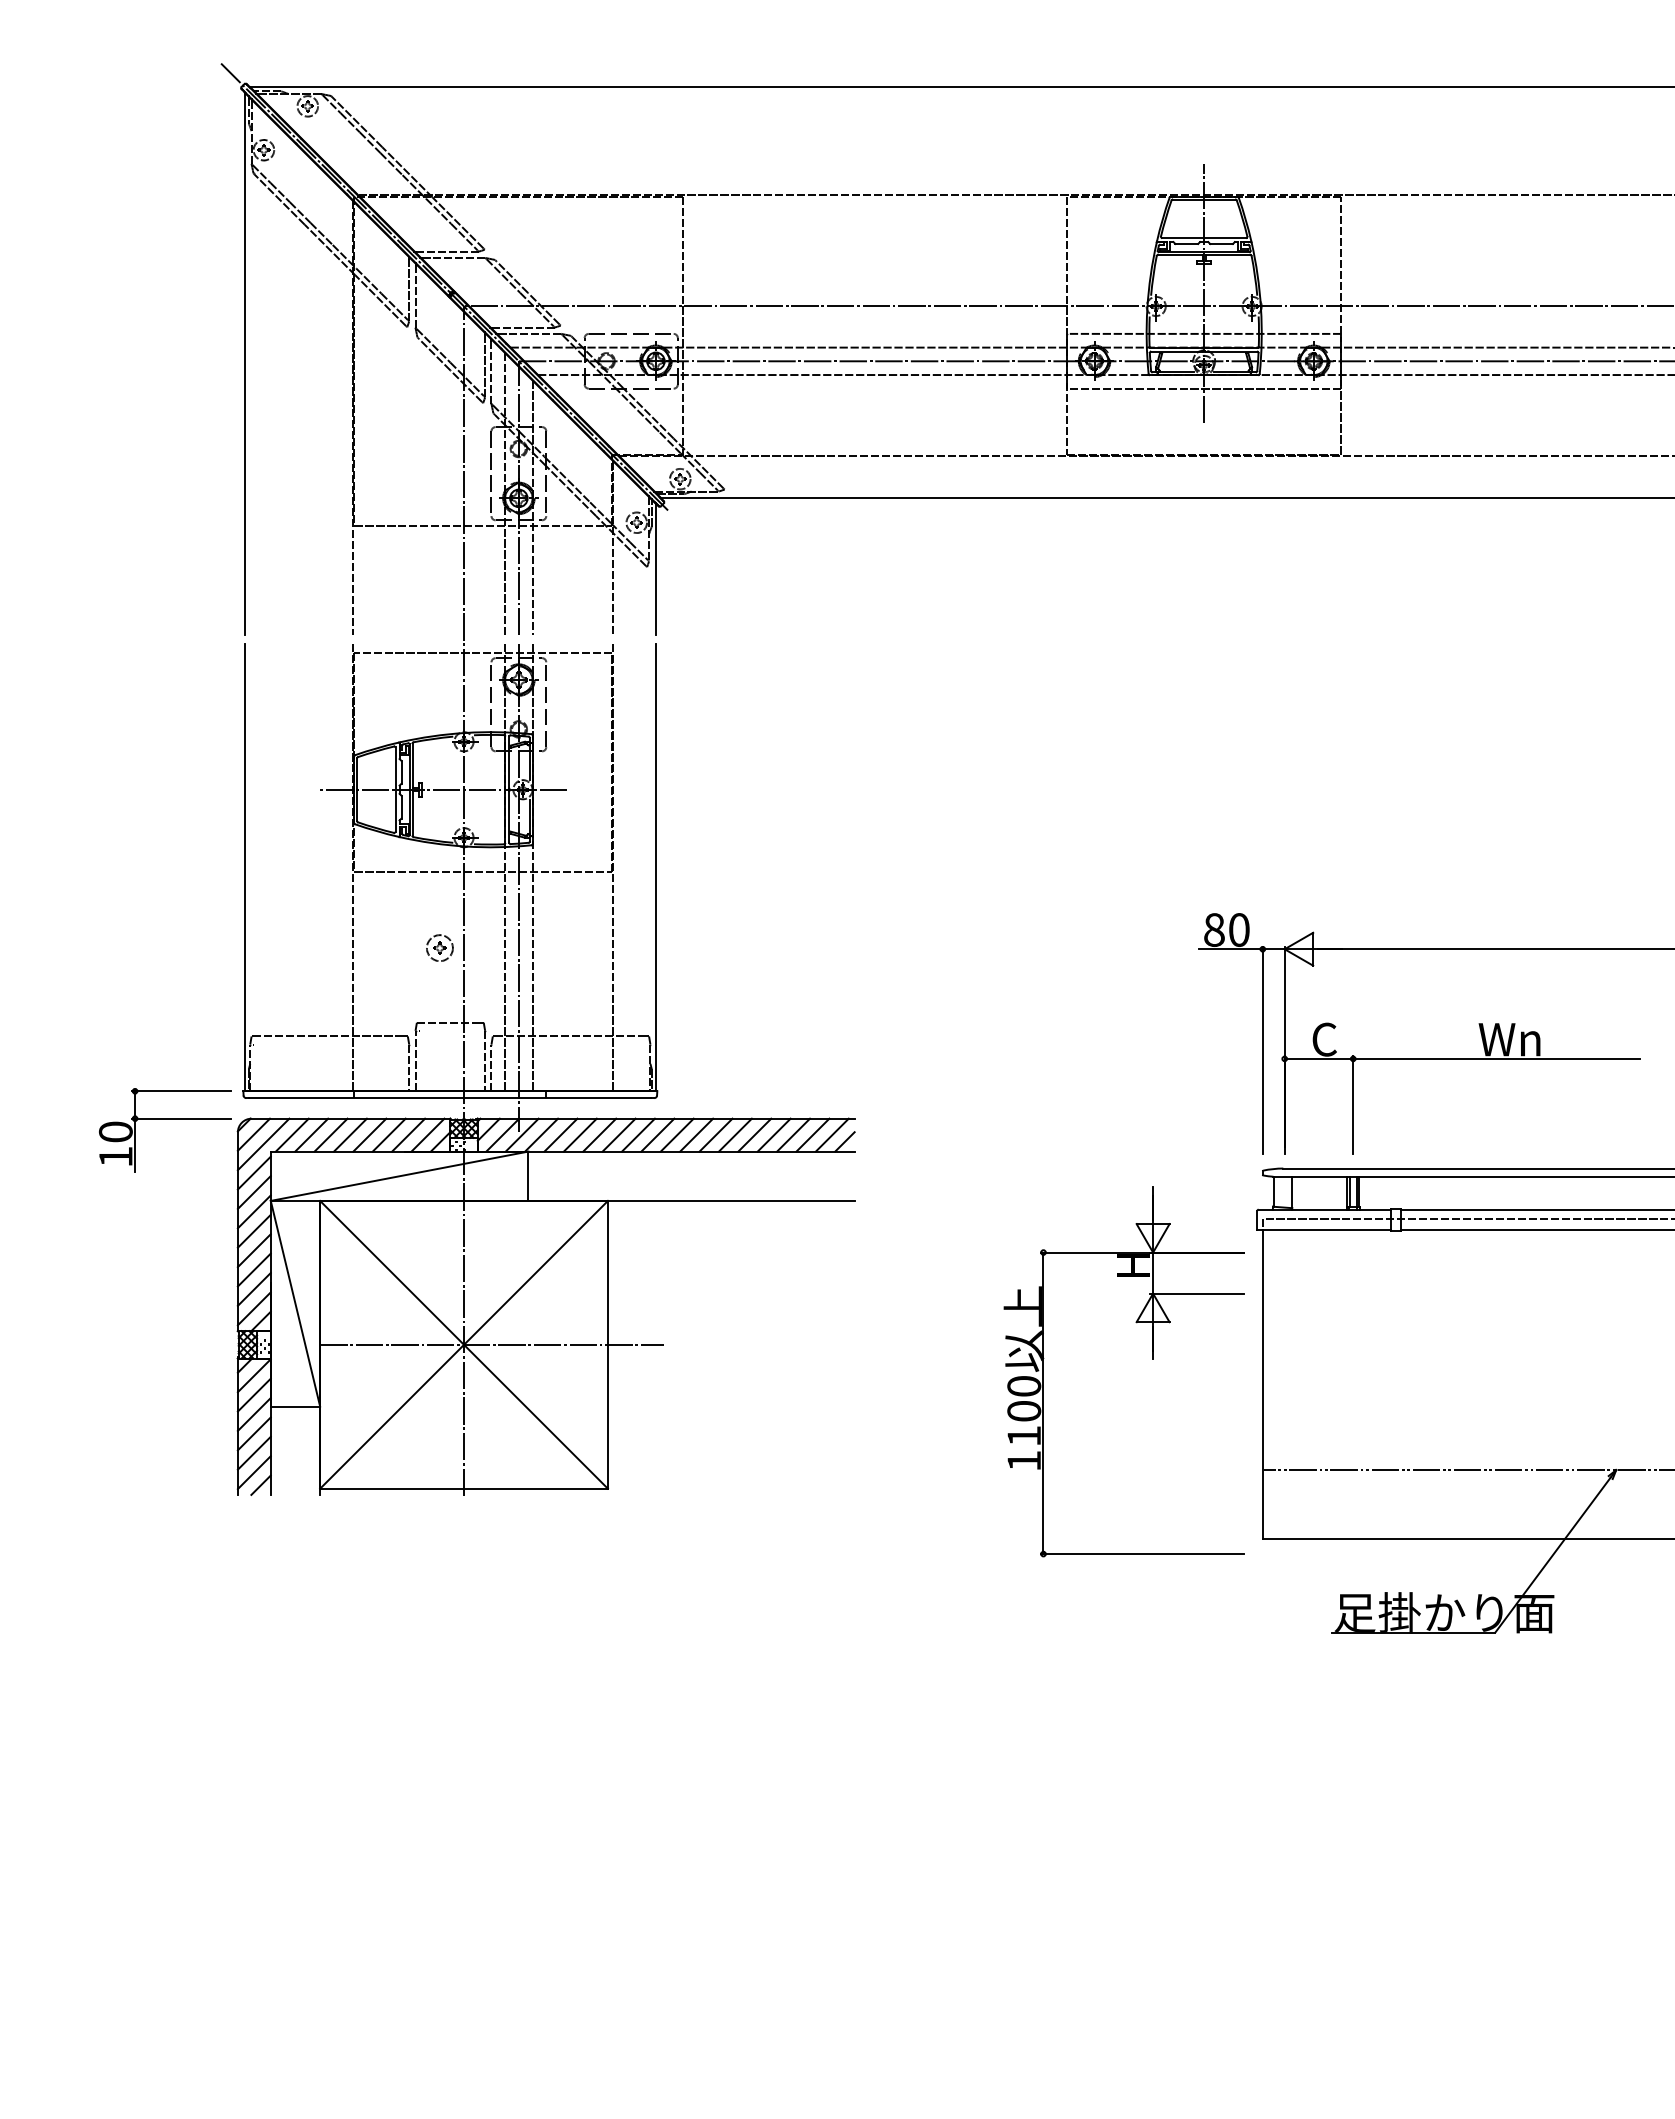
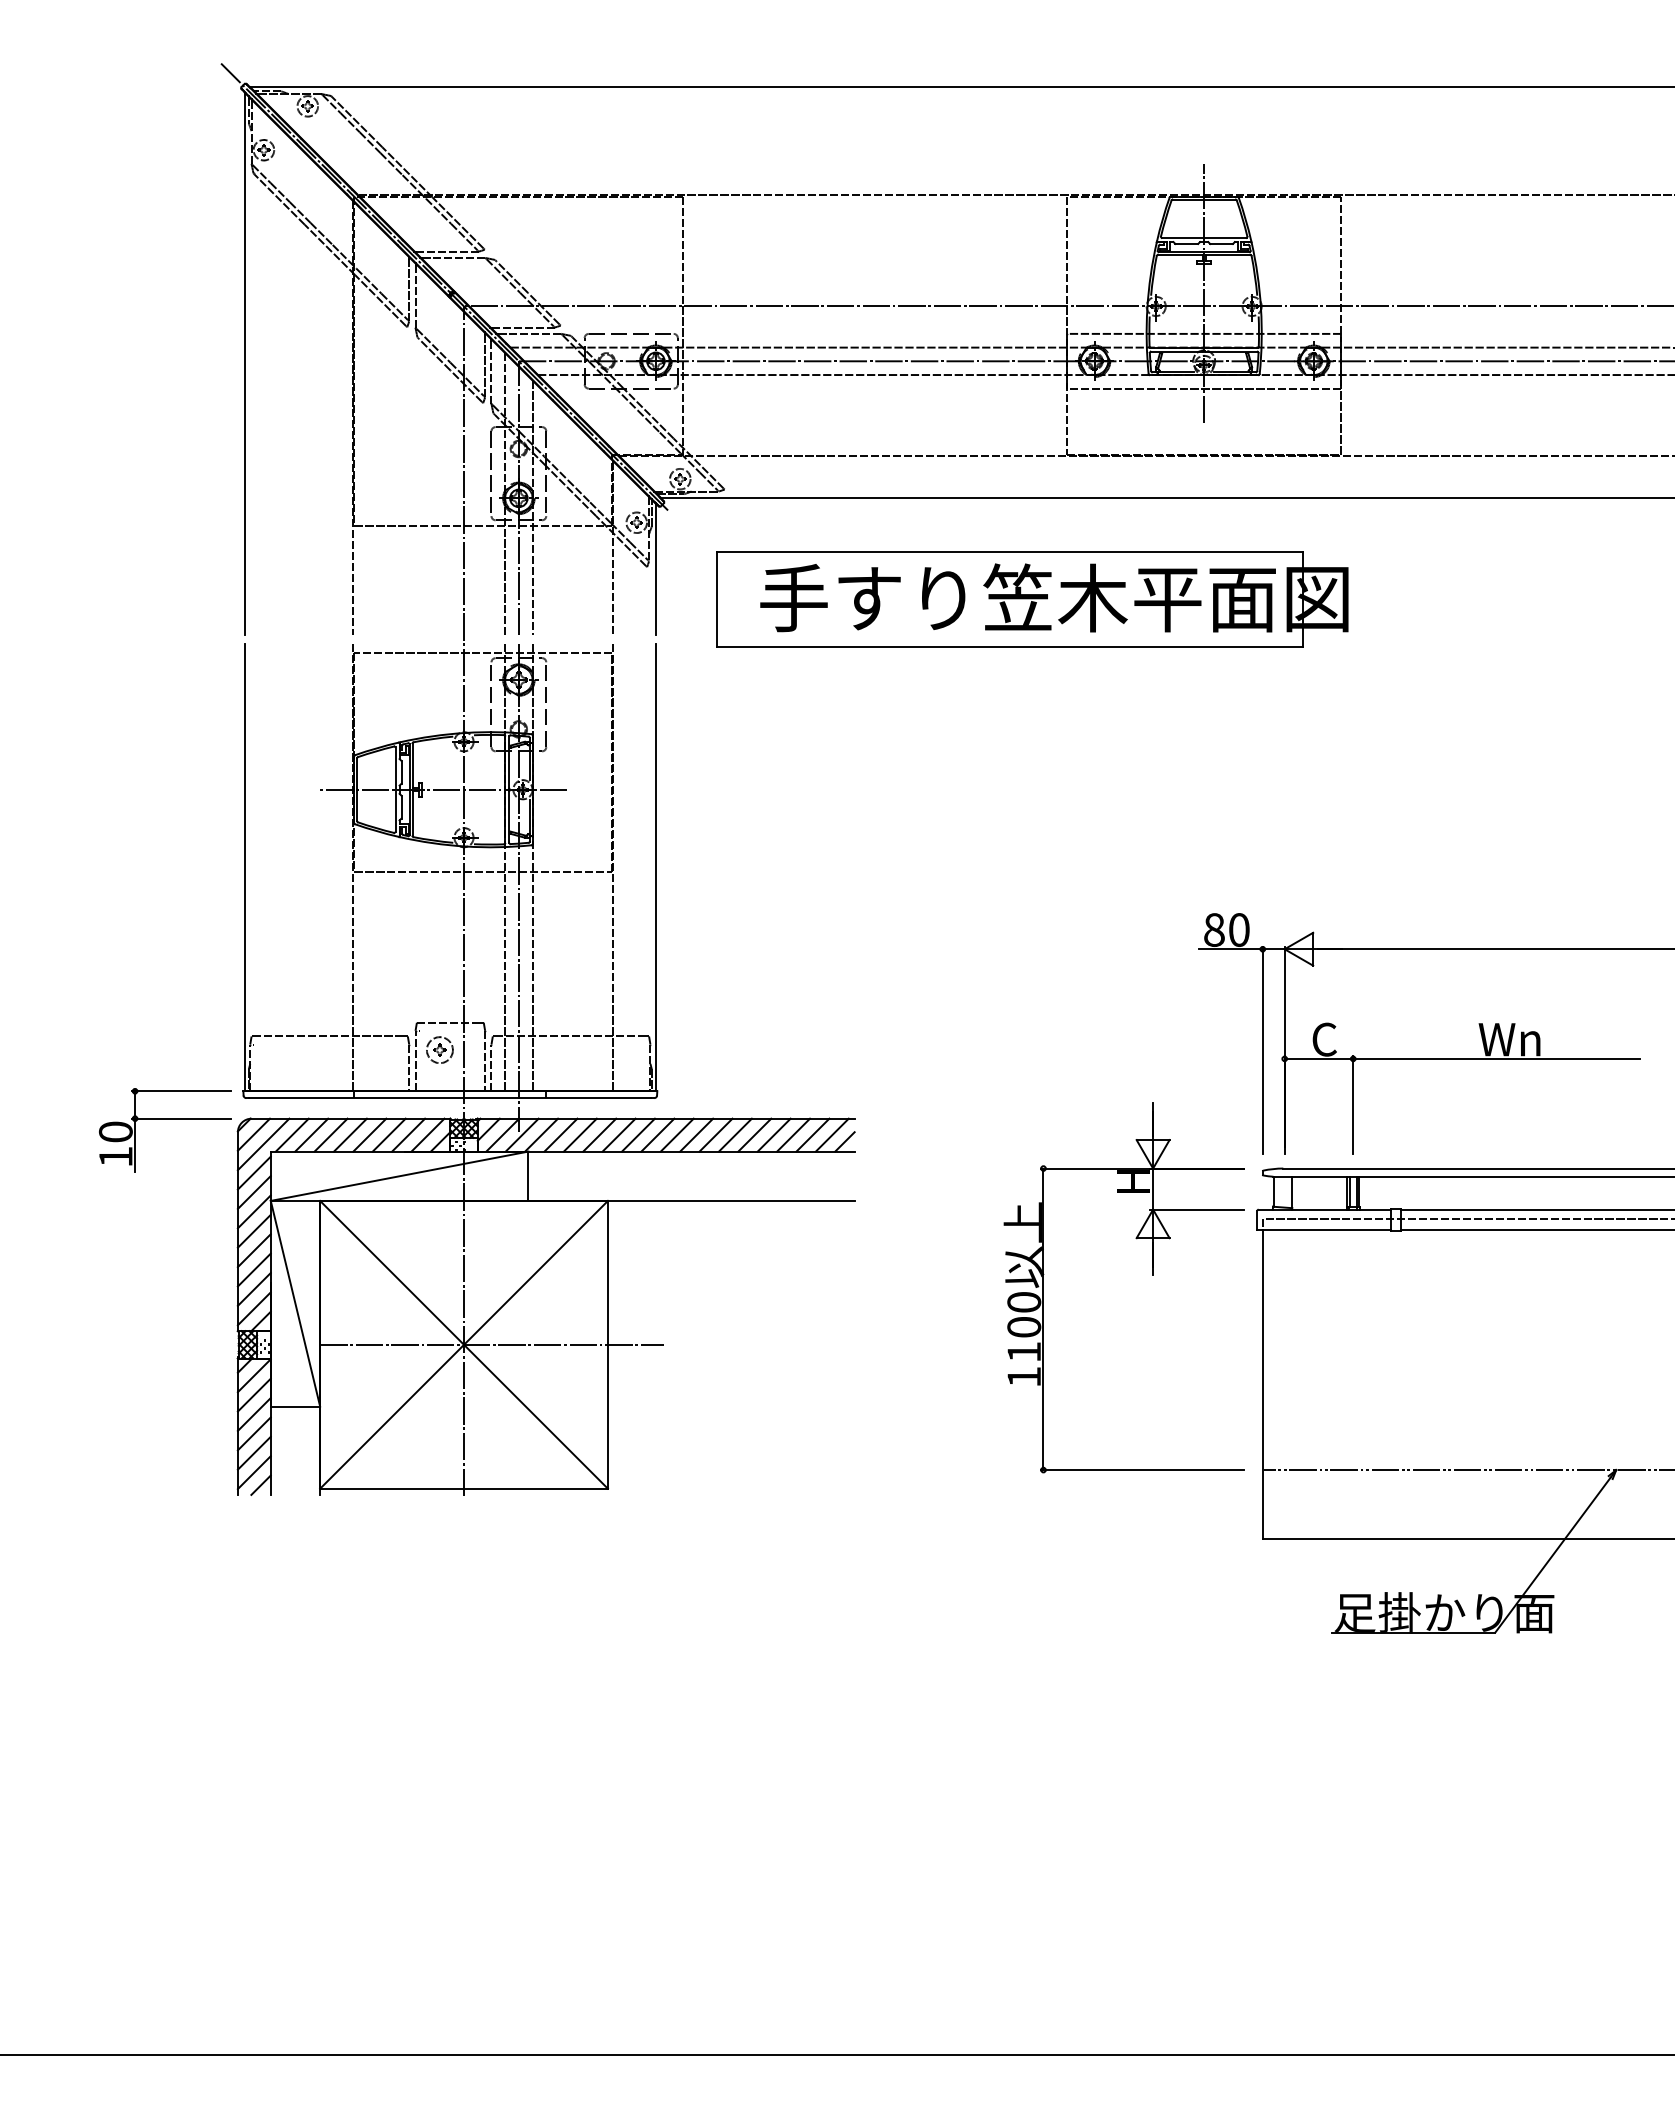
part at (1032, 599): none -> present
part at (439, 947) position: (439, 947) -> (439, 1049)
part at (1152, 1359) position: (1152, 1359) -> (1152, 1275)
line at (836, 2055): none -> present
